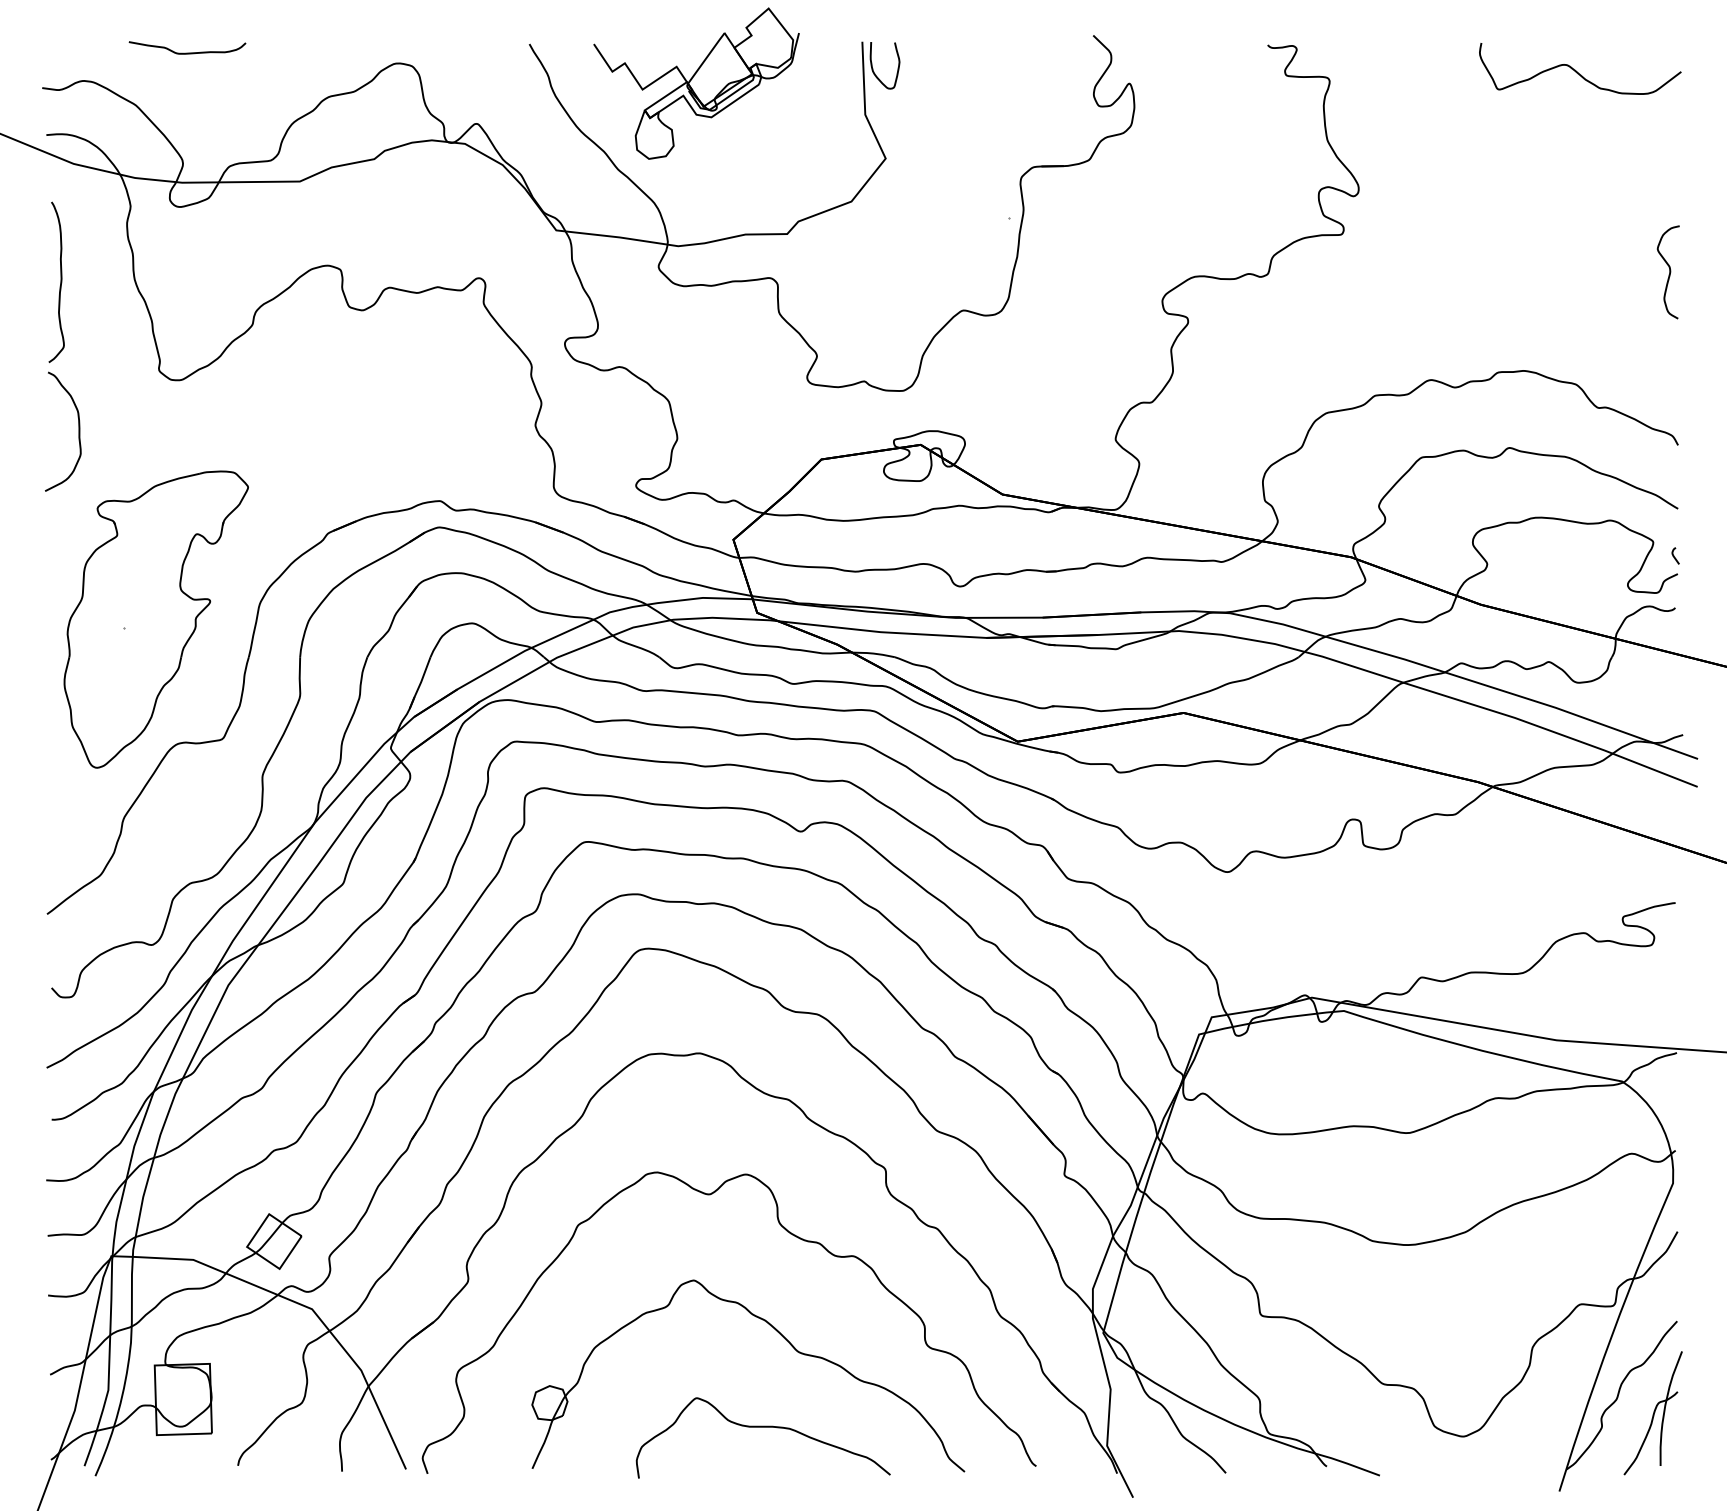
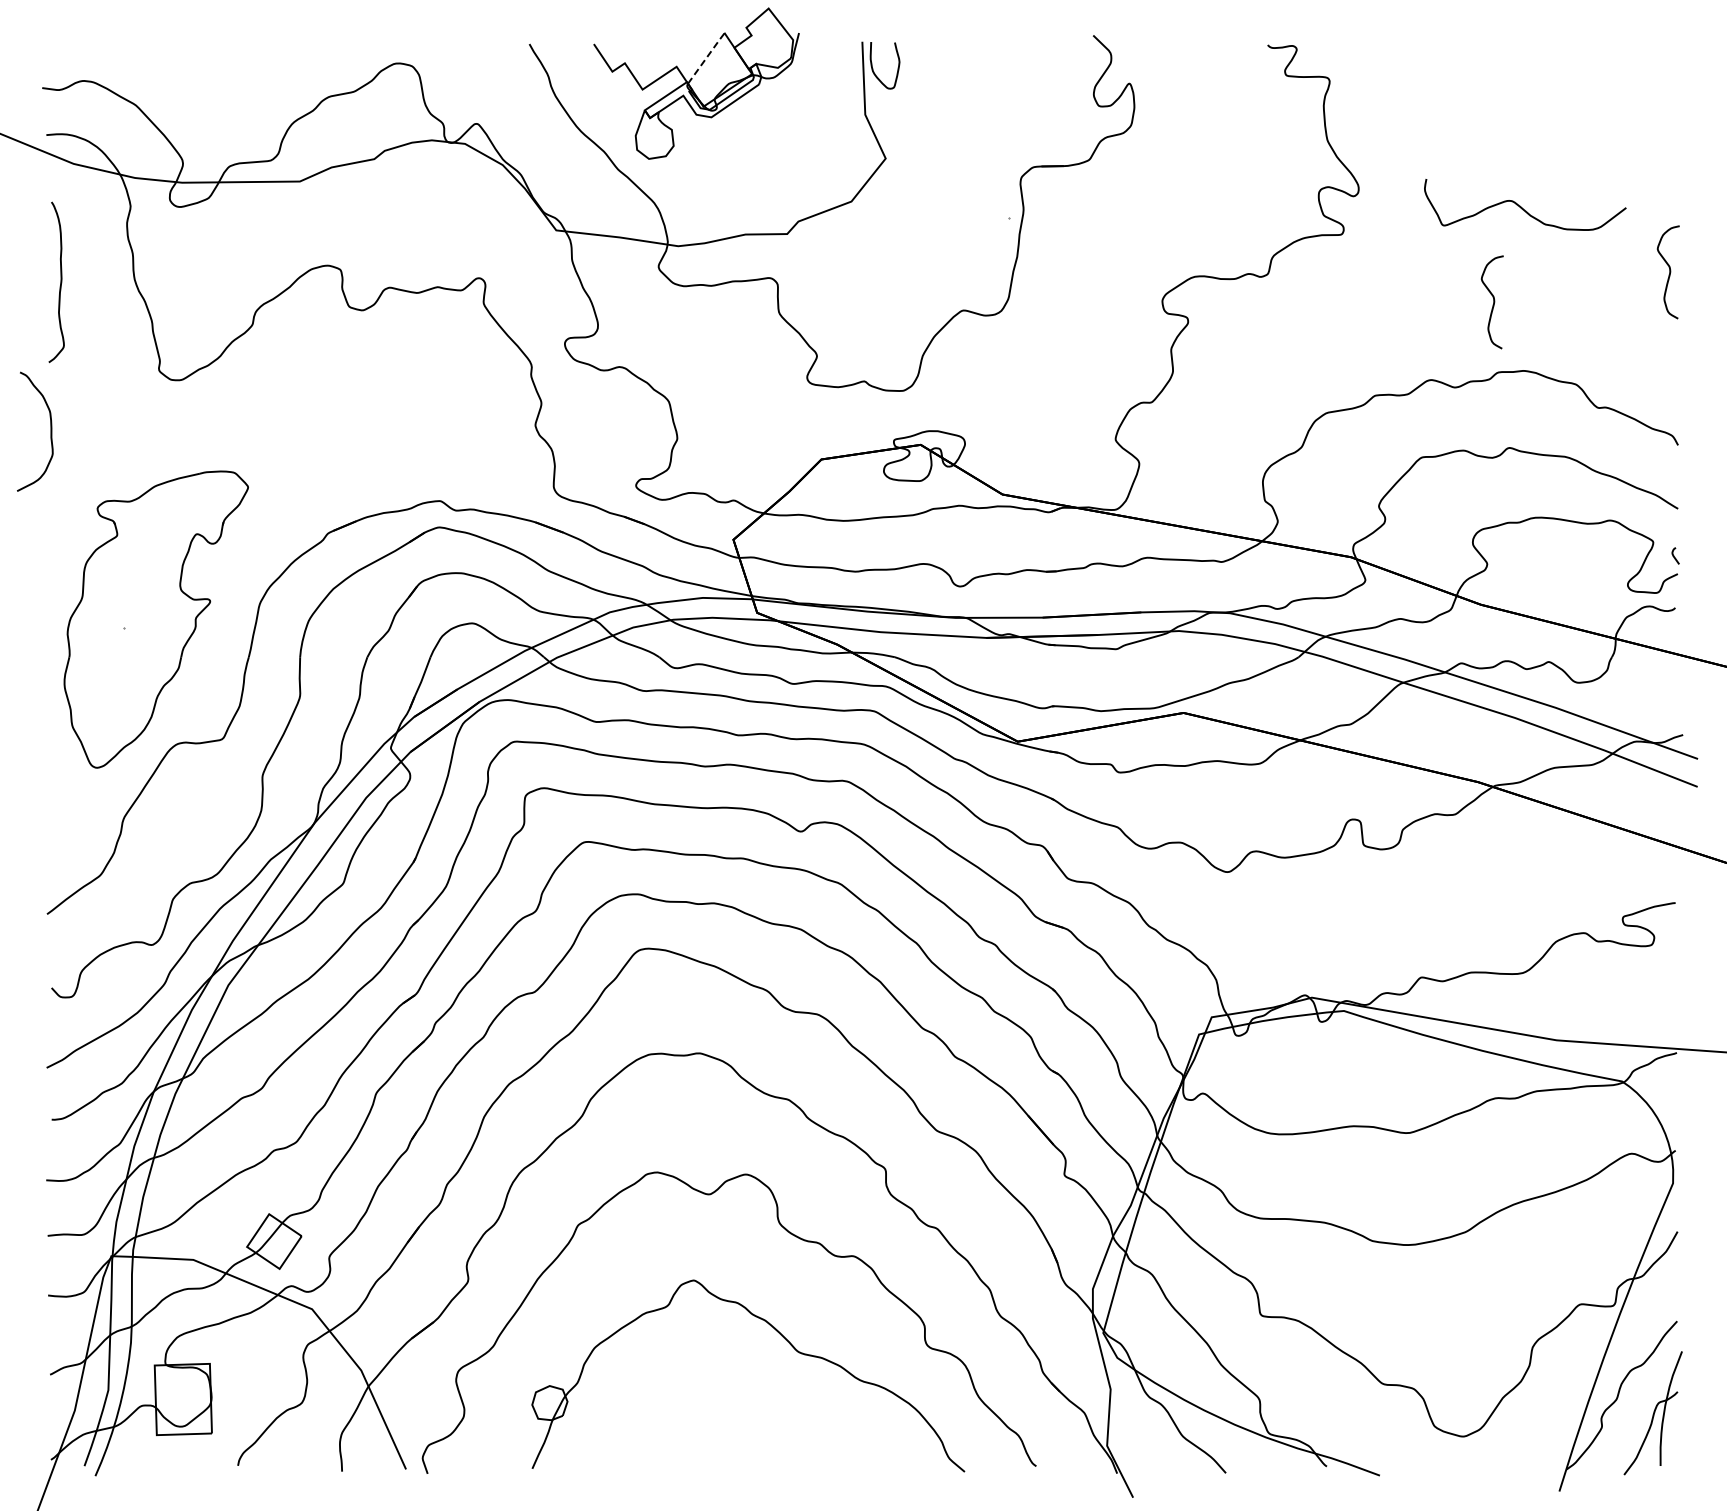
curve at (187, 52): present -> none
line at (706, 57): solid -> dashed
curve at (1577, 71) position: (1577, 71) -> (1522, 207)
curve at (1493, 302): none -> present
curve at (78, 431) position: (78, 431) -> (50, 431)
curve at (762, 1427): present -> none
